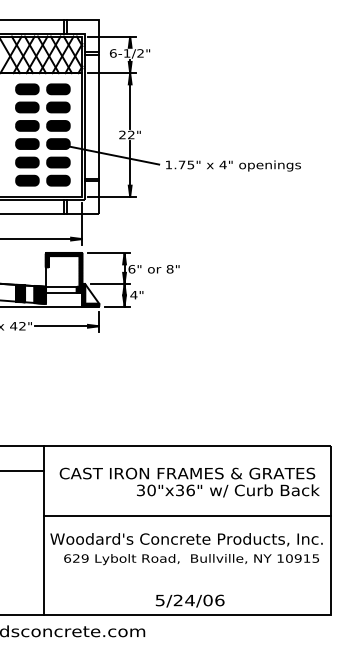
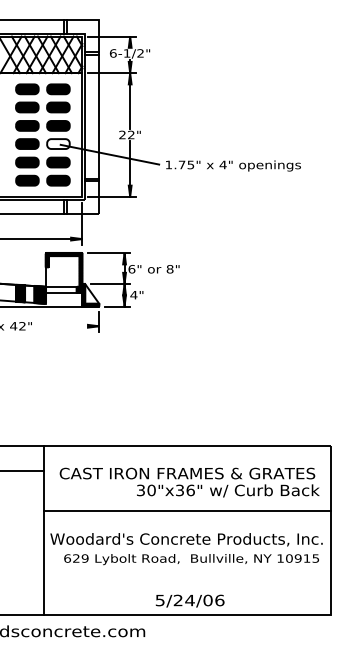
fill at (58, 144): present -> none
line at (66, 326): present -> none
line at (186, 516) position: (186, 516) -> (186, 511)
